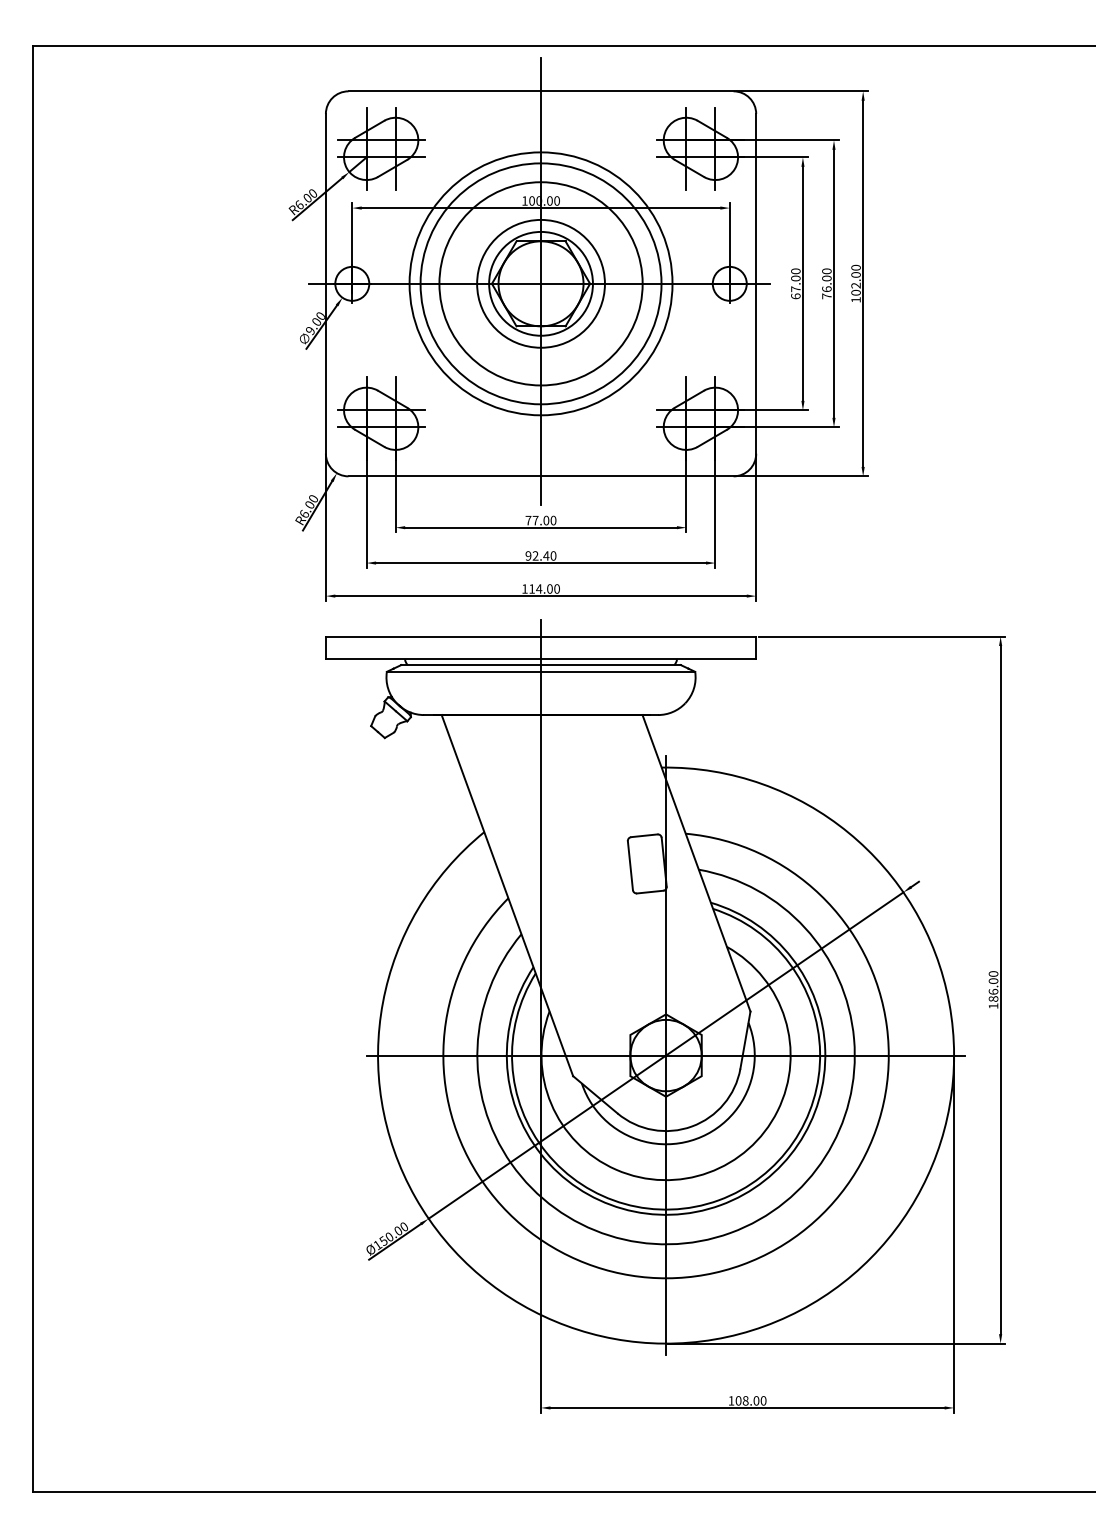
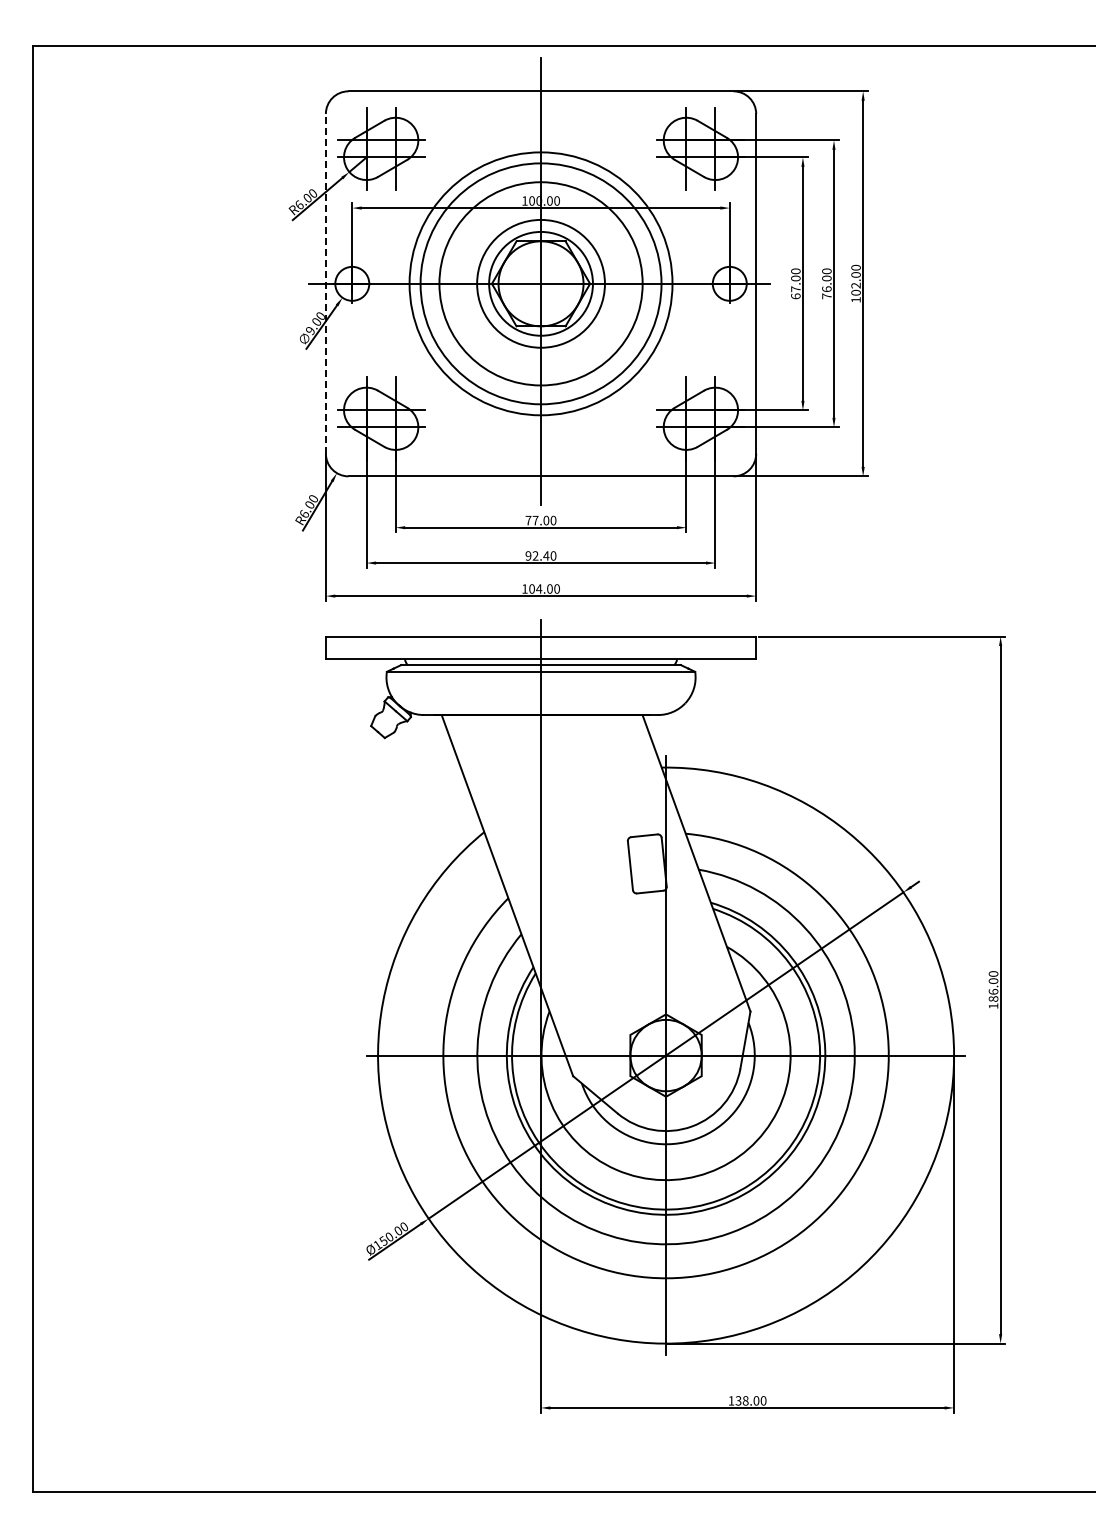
line at (325, 283): solid -> dashed
text at (531, 588): 114.00 -> 104.00
text at (738, 1400): 108.00 -> 138.00
